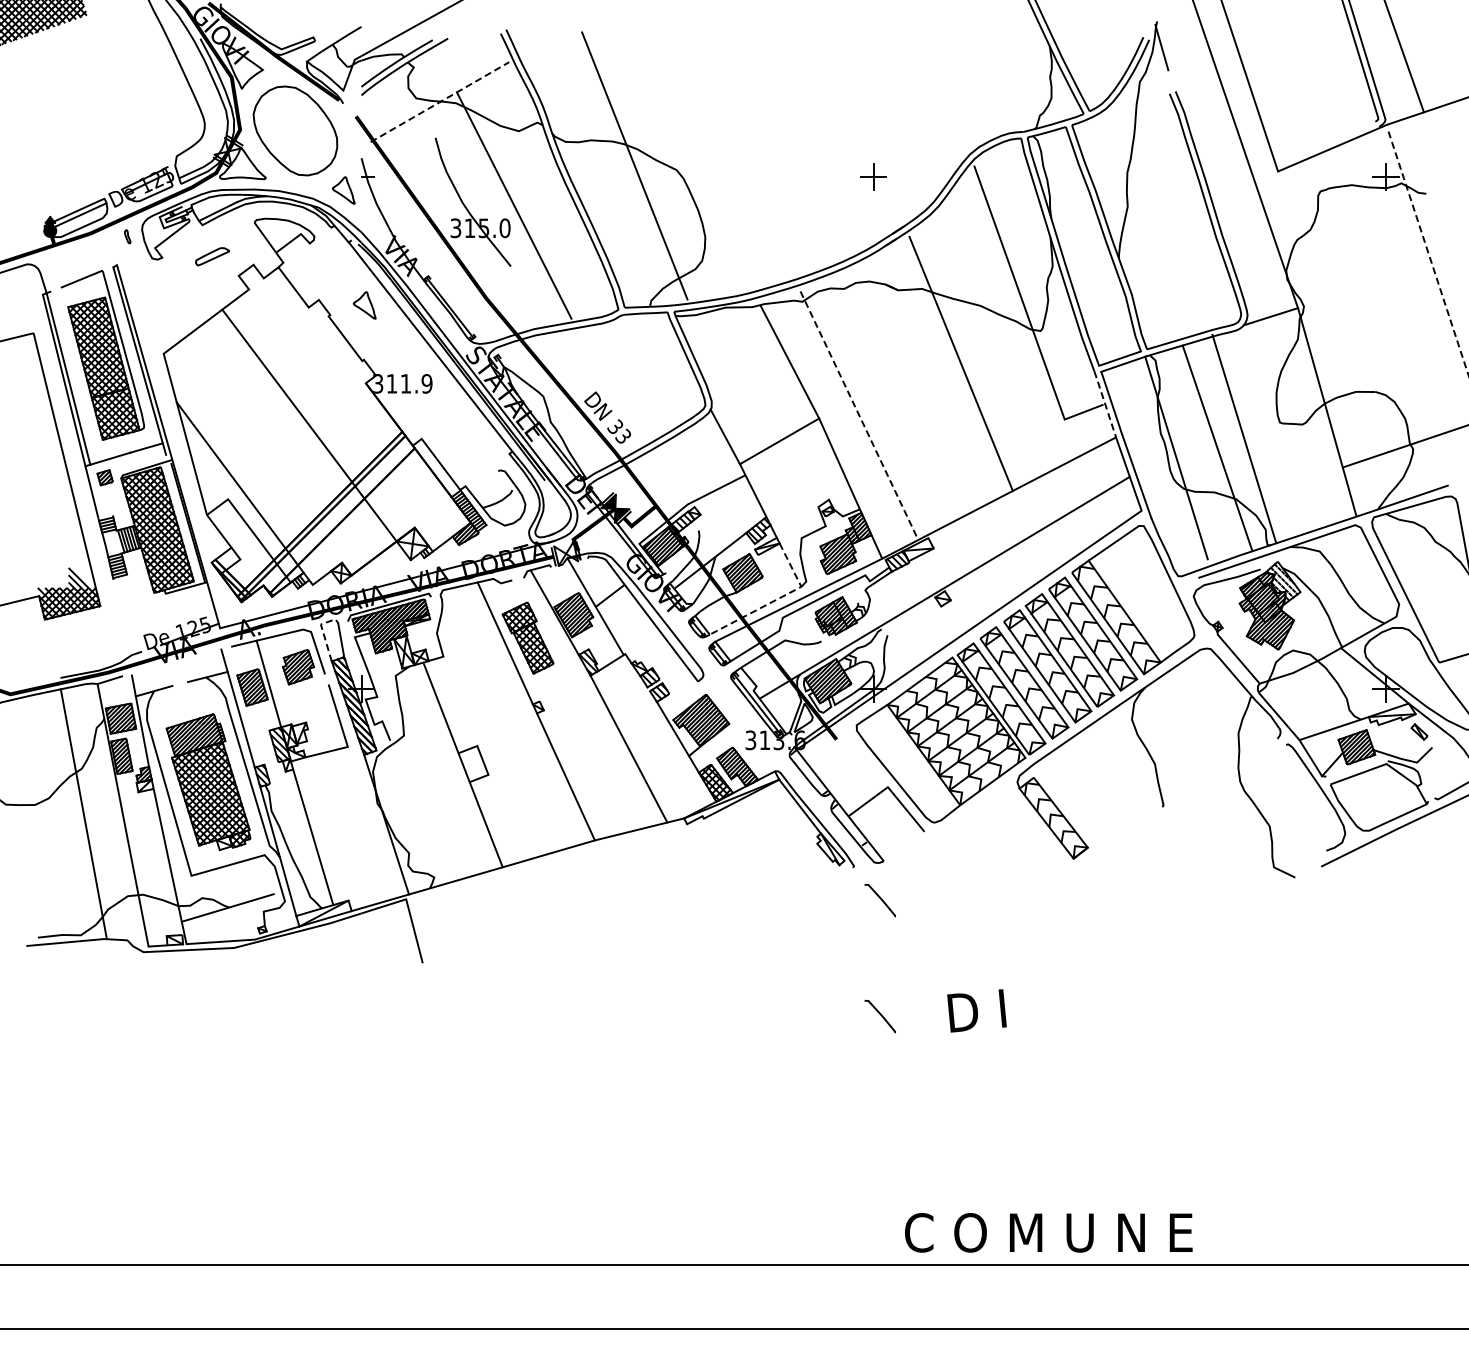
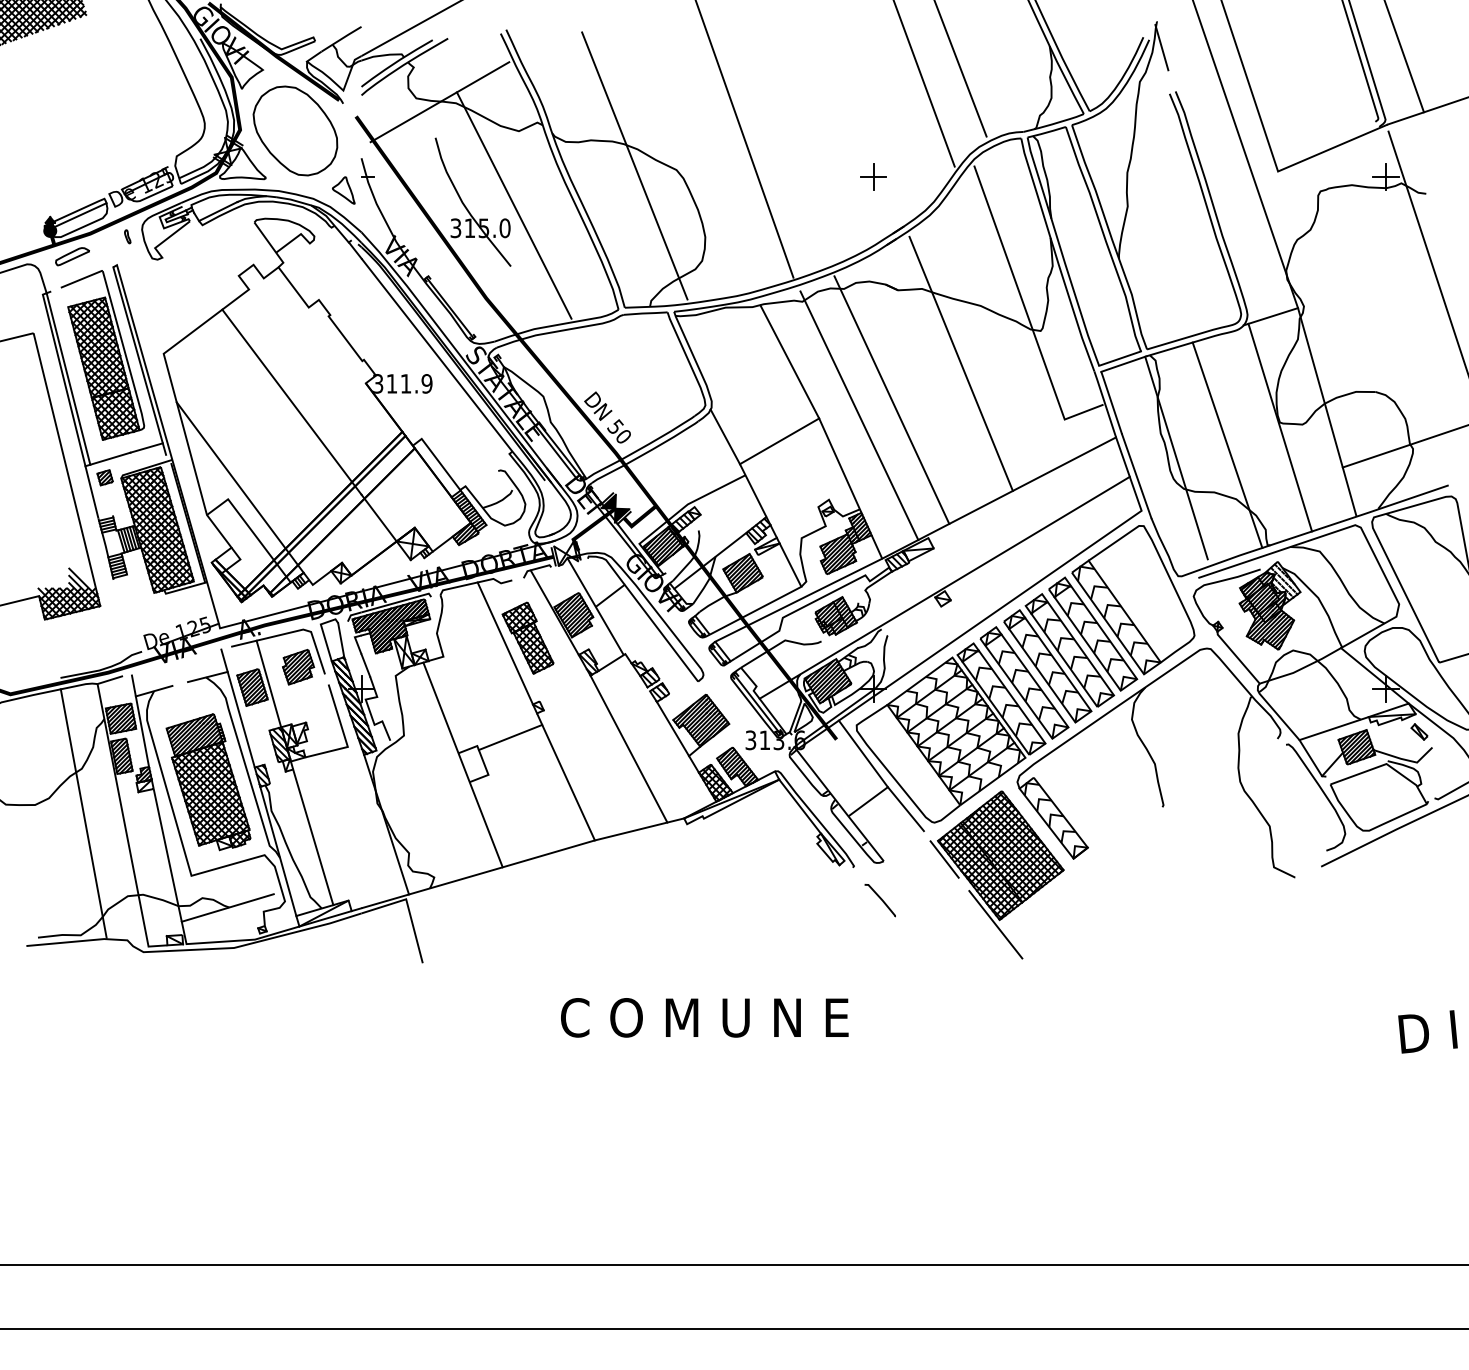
line at (960, 69): none -> present
line at (924, 84): none -> present
line at (440, 101): dashed -> solid
line at (744, 139): none -> present
line at (1428, 254): dashed -> solid
part at (212, 256) position: (212, 256) -> (72, 256)
part at (364, 305): present -> none
line at (891, 399): none -> present
line at (1105, 404): dashed -> solid
line at (859, 415): dashed -> solid
text at (621, 431): 33 -> 50
line at (1244, 438) position: (1244, 438) -> (1280, 427)
line at (1217, 447) position: (1217, 447) -> (1227, 444)
line at (777, 599): dashed -> solid
line at (323, 632): dashed -> solid
line at (510, 737): none -> present
line at (862, 753): none -> present
part at (996, 874): none -> present
text at (976, 1010) position: (976, 1010) -> (1427, 1031)
curve at (880, 1015): present -> none
text at (1048, 1232) position: (1048, 1232) -> (704, 1017)
